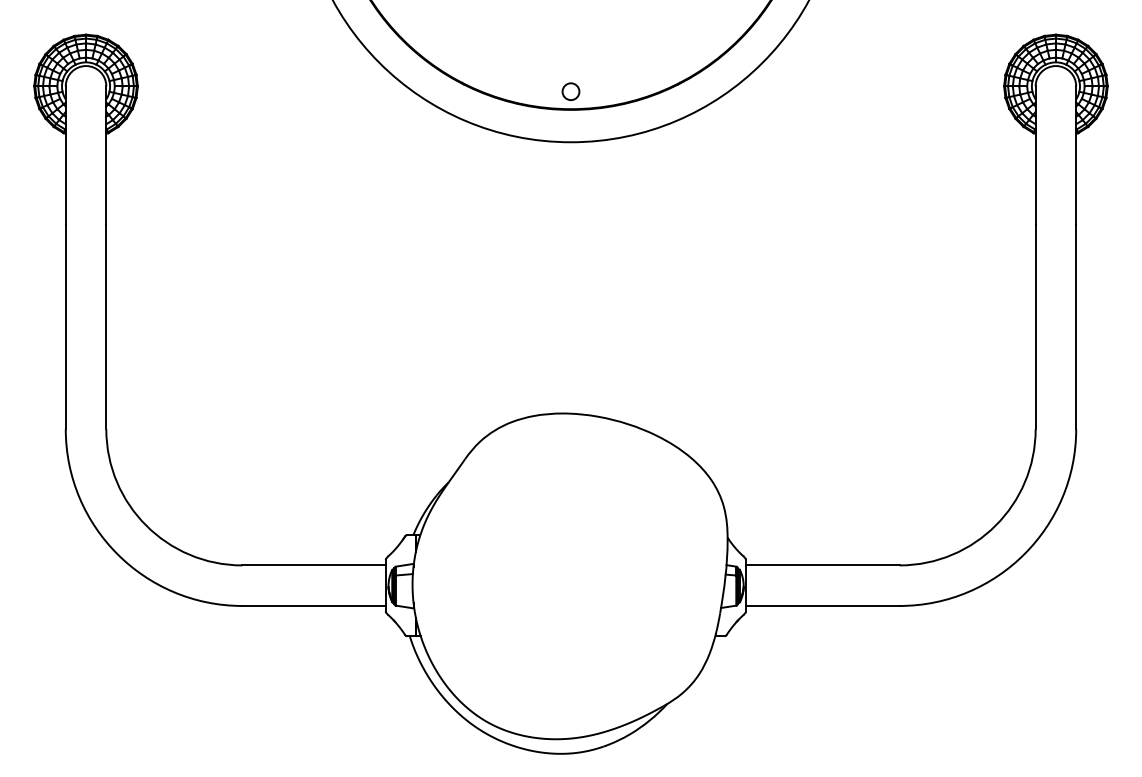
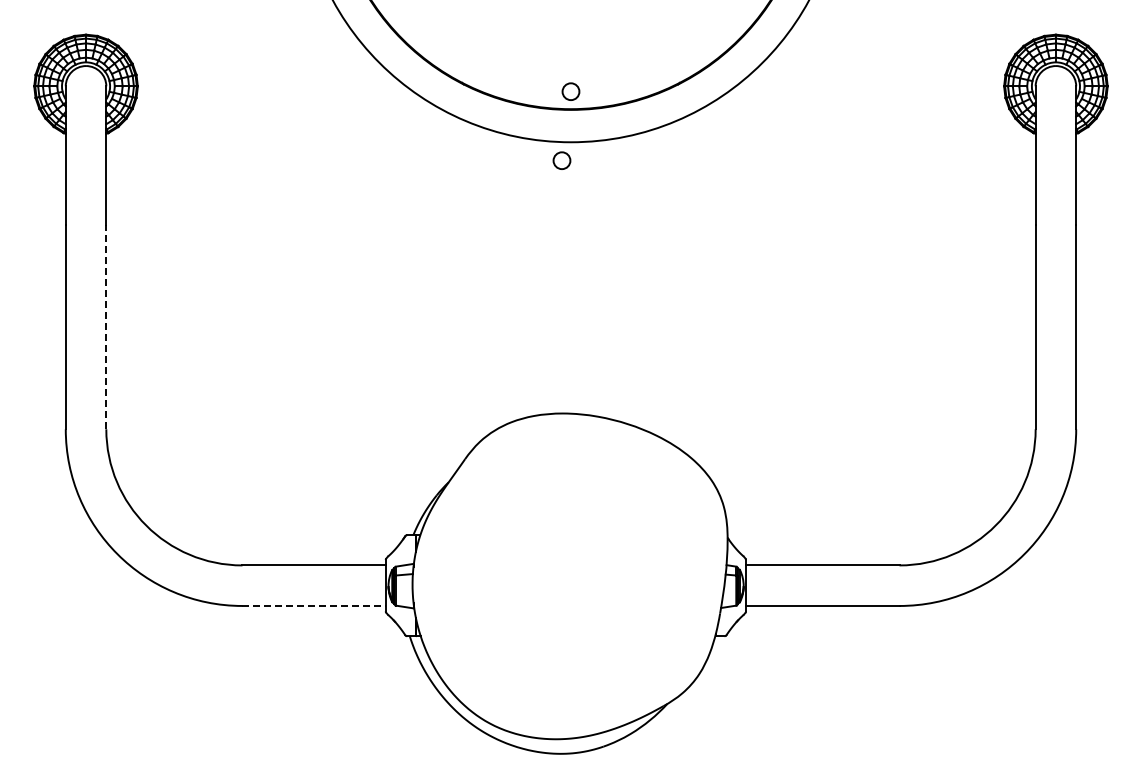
circle at (561, 160): none -> present
line at (106, 326): solid -> dashed
line at (314, 605): solid -> dashed
